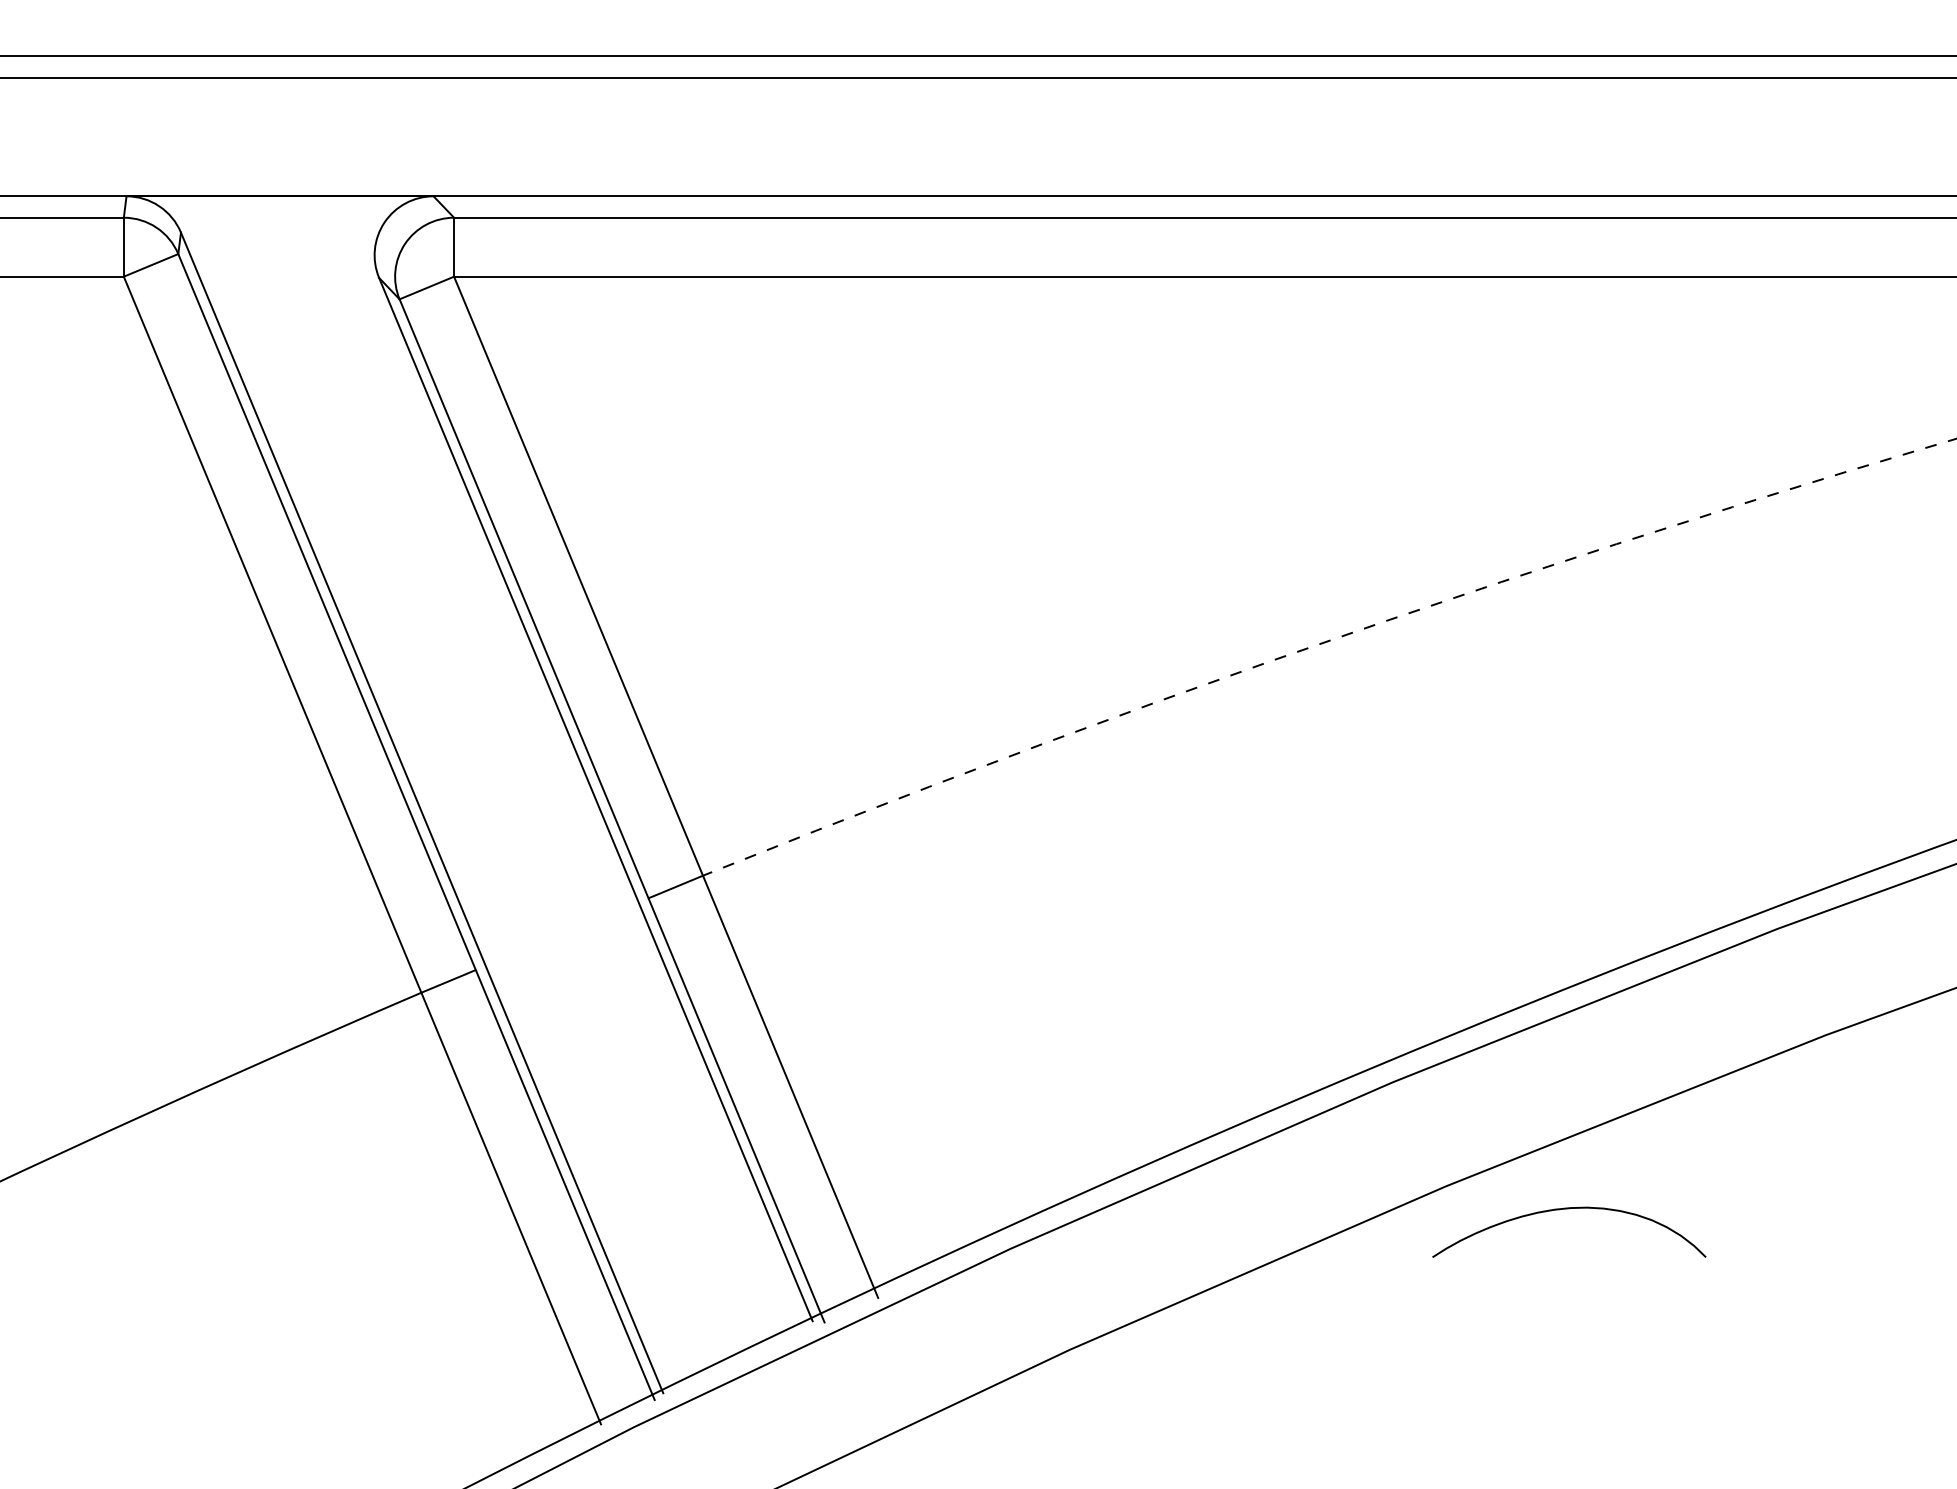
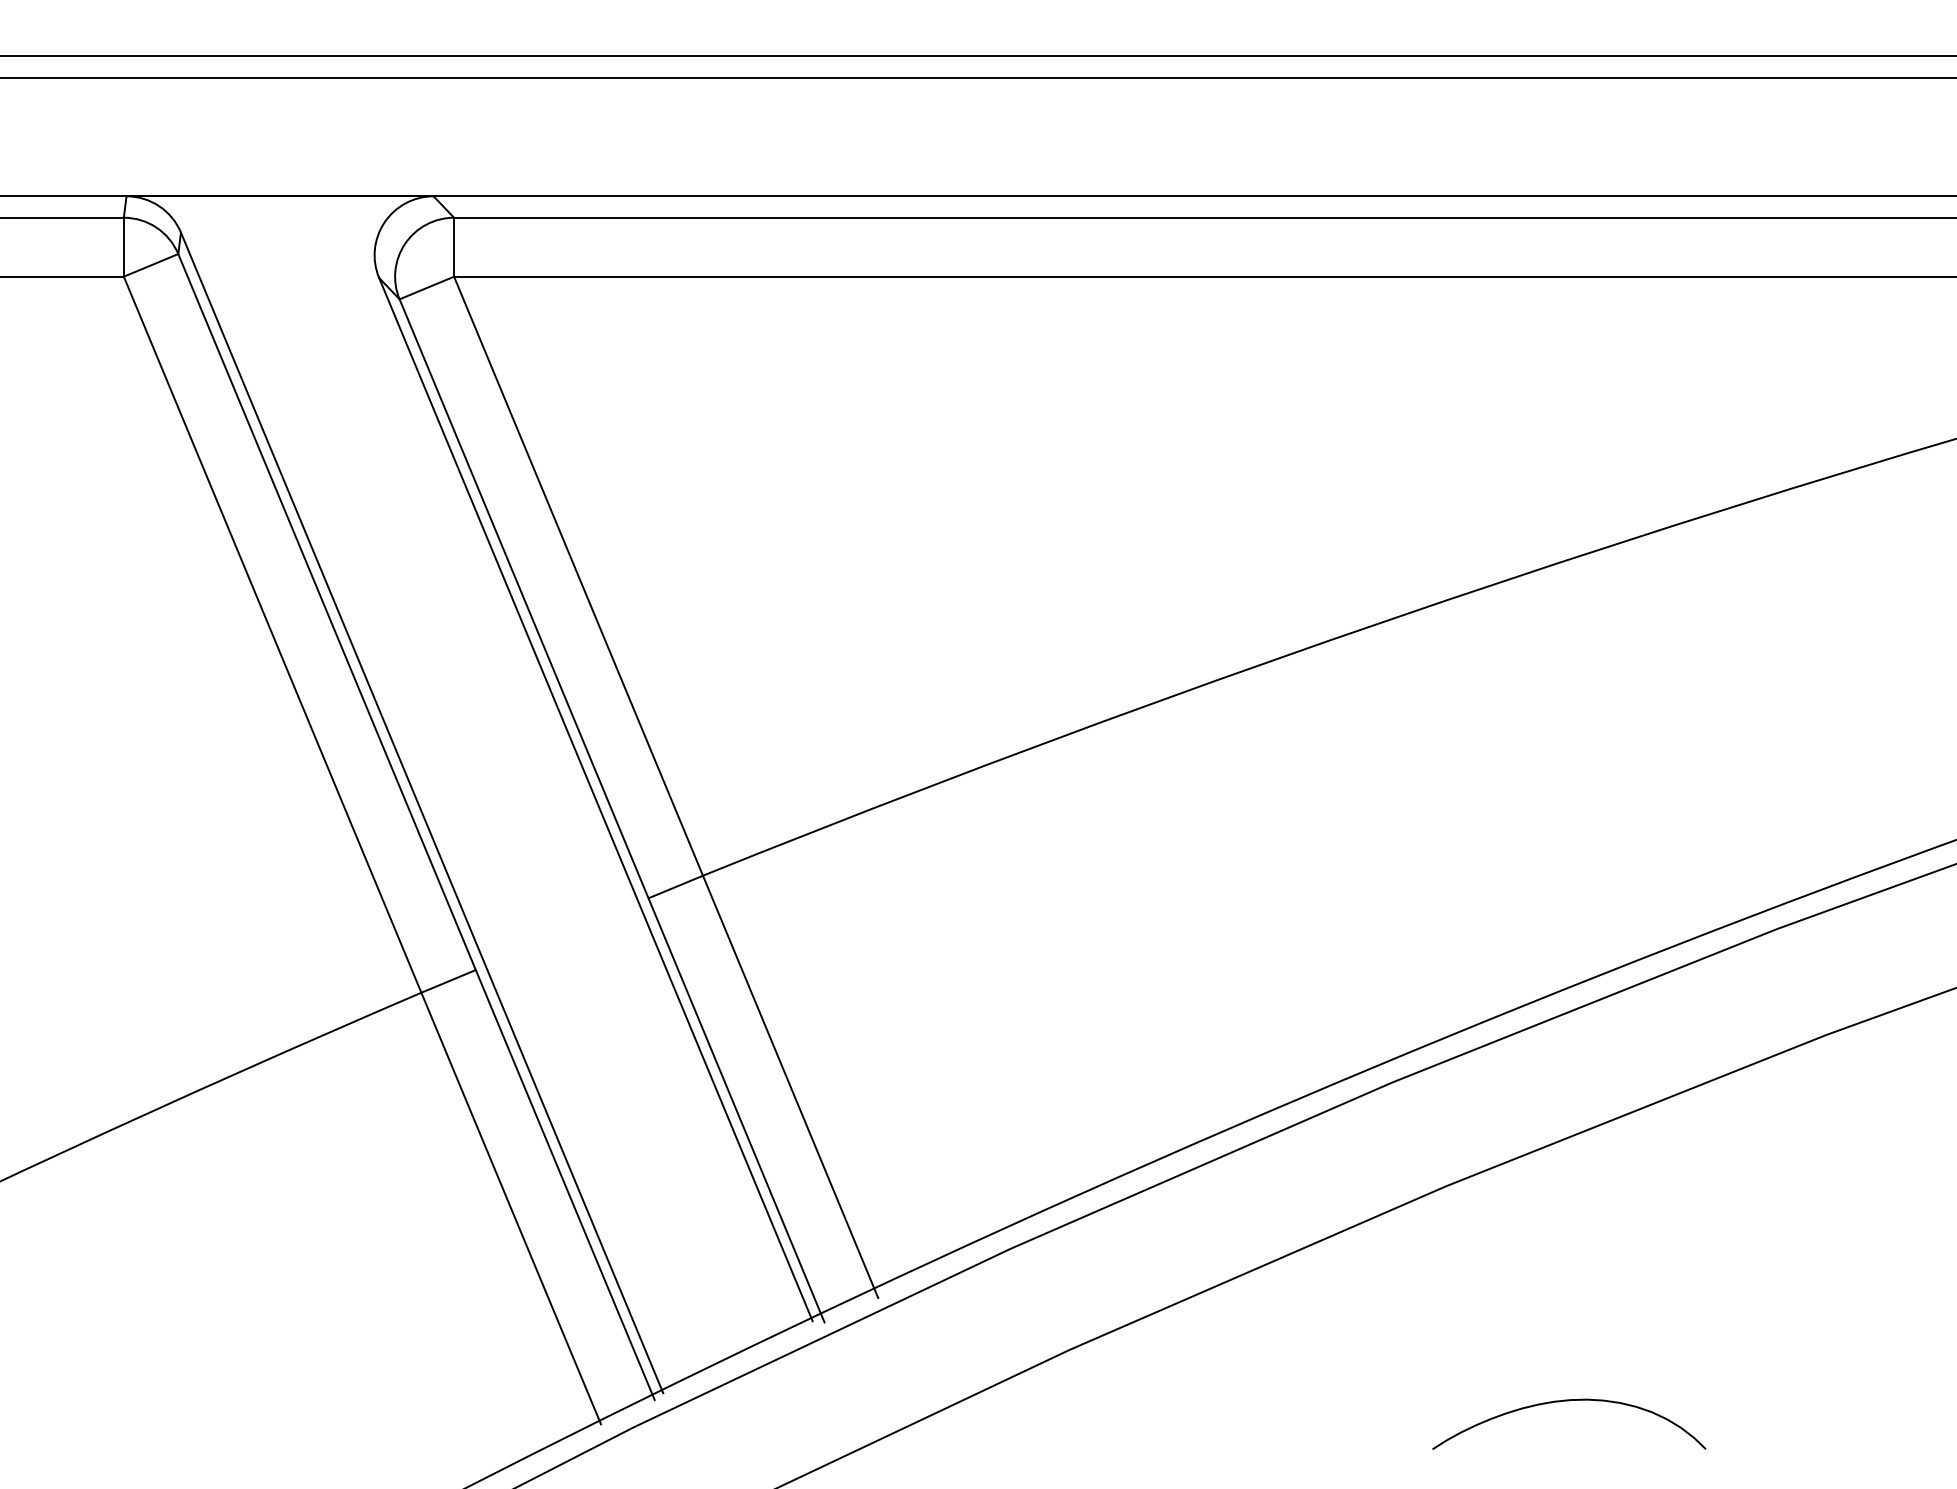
arc at (1324, 642): dashed -> solid
curve at (1569, 1209) position: (1569, 1209) -> (1569, 1401)
